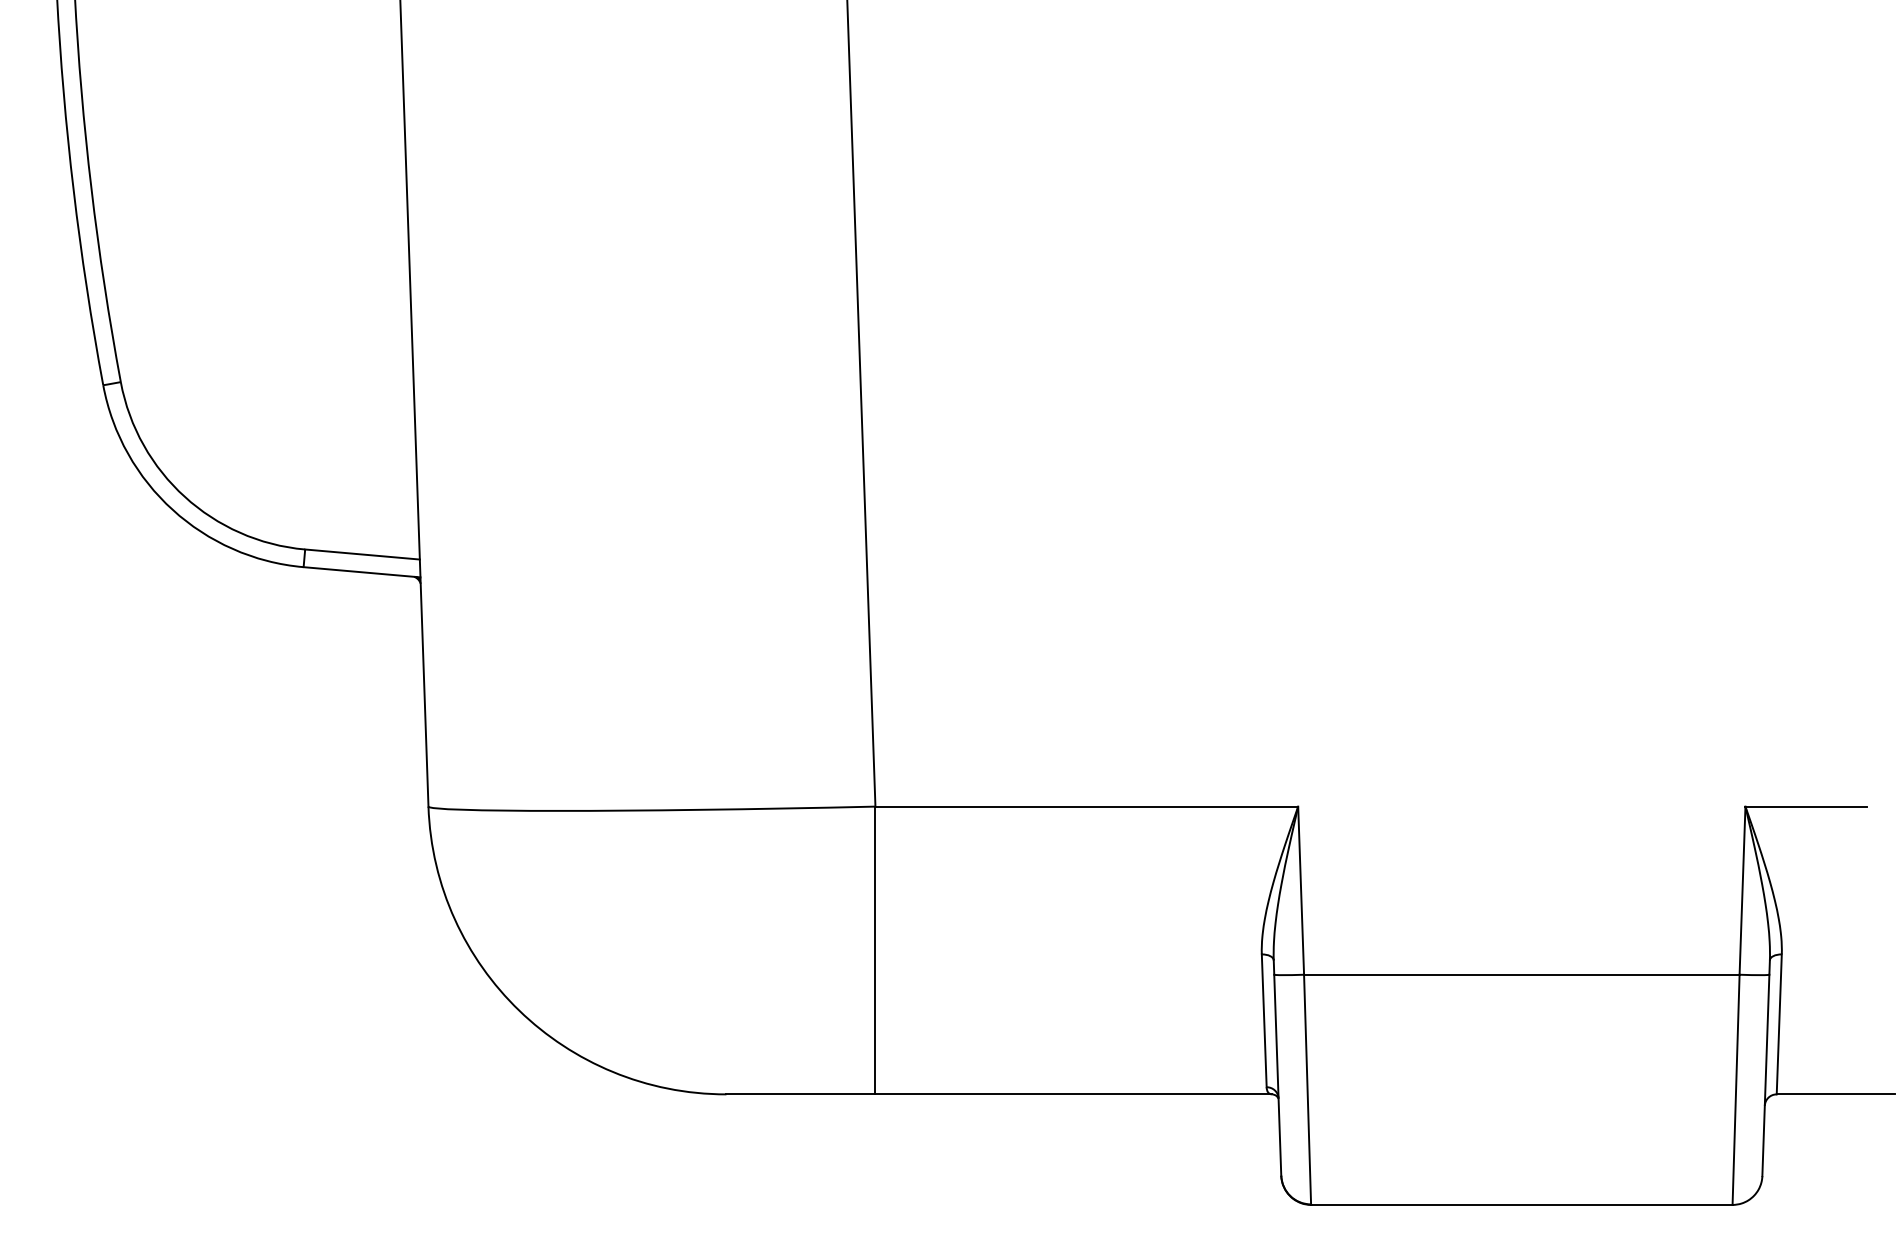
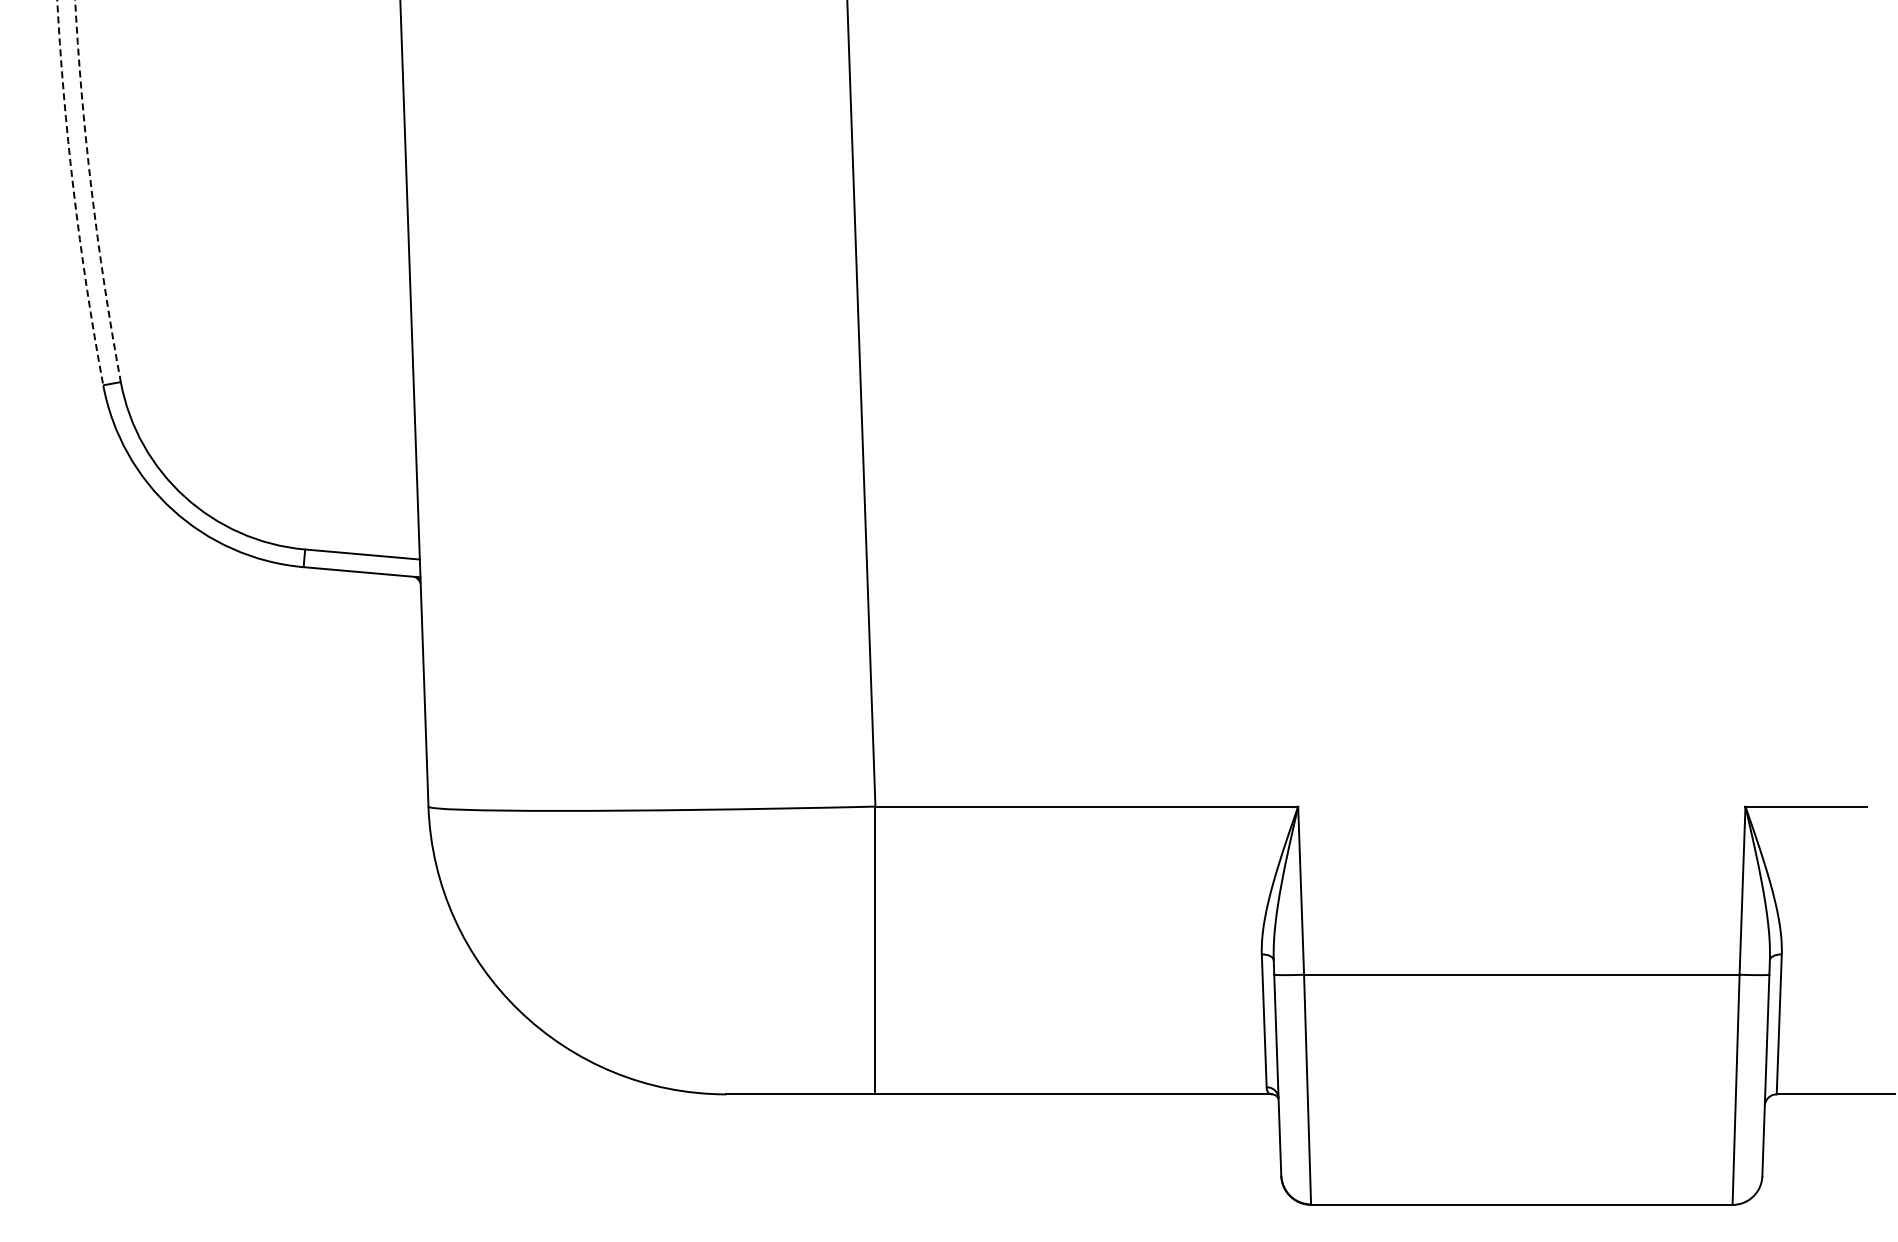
arc at (91, 191): solid -> dashed
arc at (74, 193): solid -> dashed
